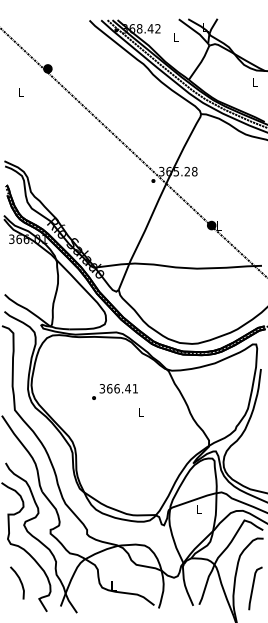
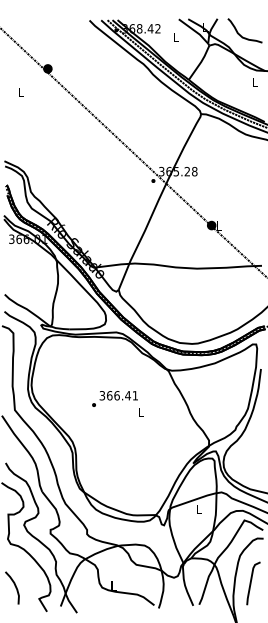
curve at (240, 34): none -> present
text at (114, 391) position: (114, 391) -> (114, 398)
curve at (19, 581) position: (19, 581) -> (14, 586)
line at (253, 588) position: (253, 588) -> (251, 583)
